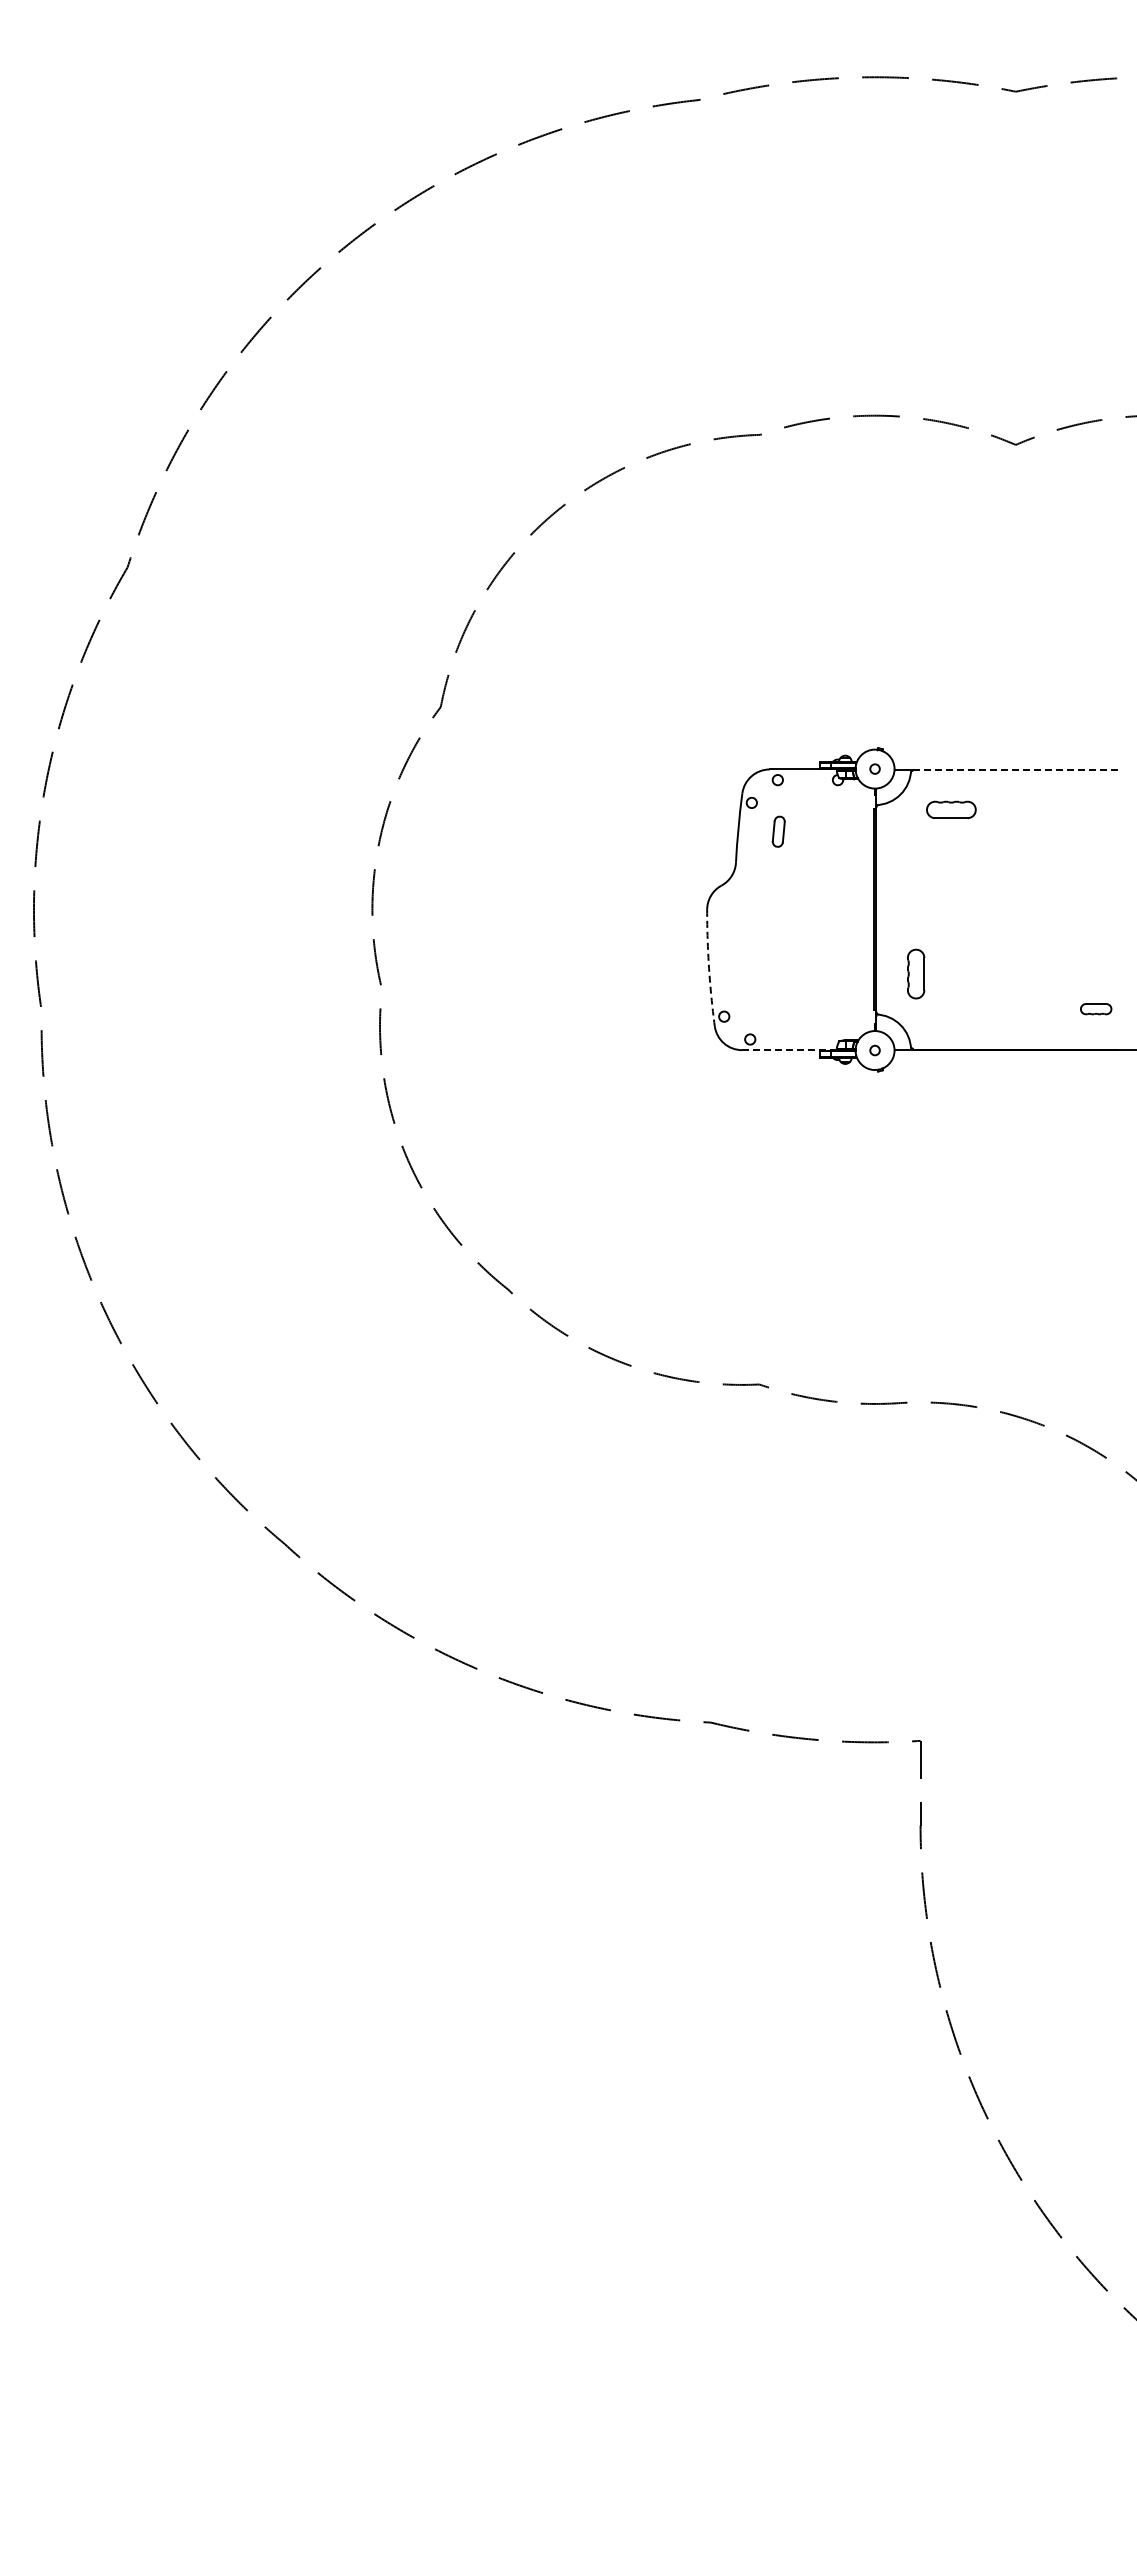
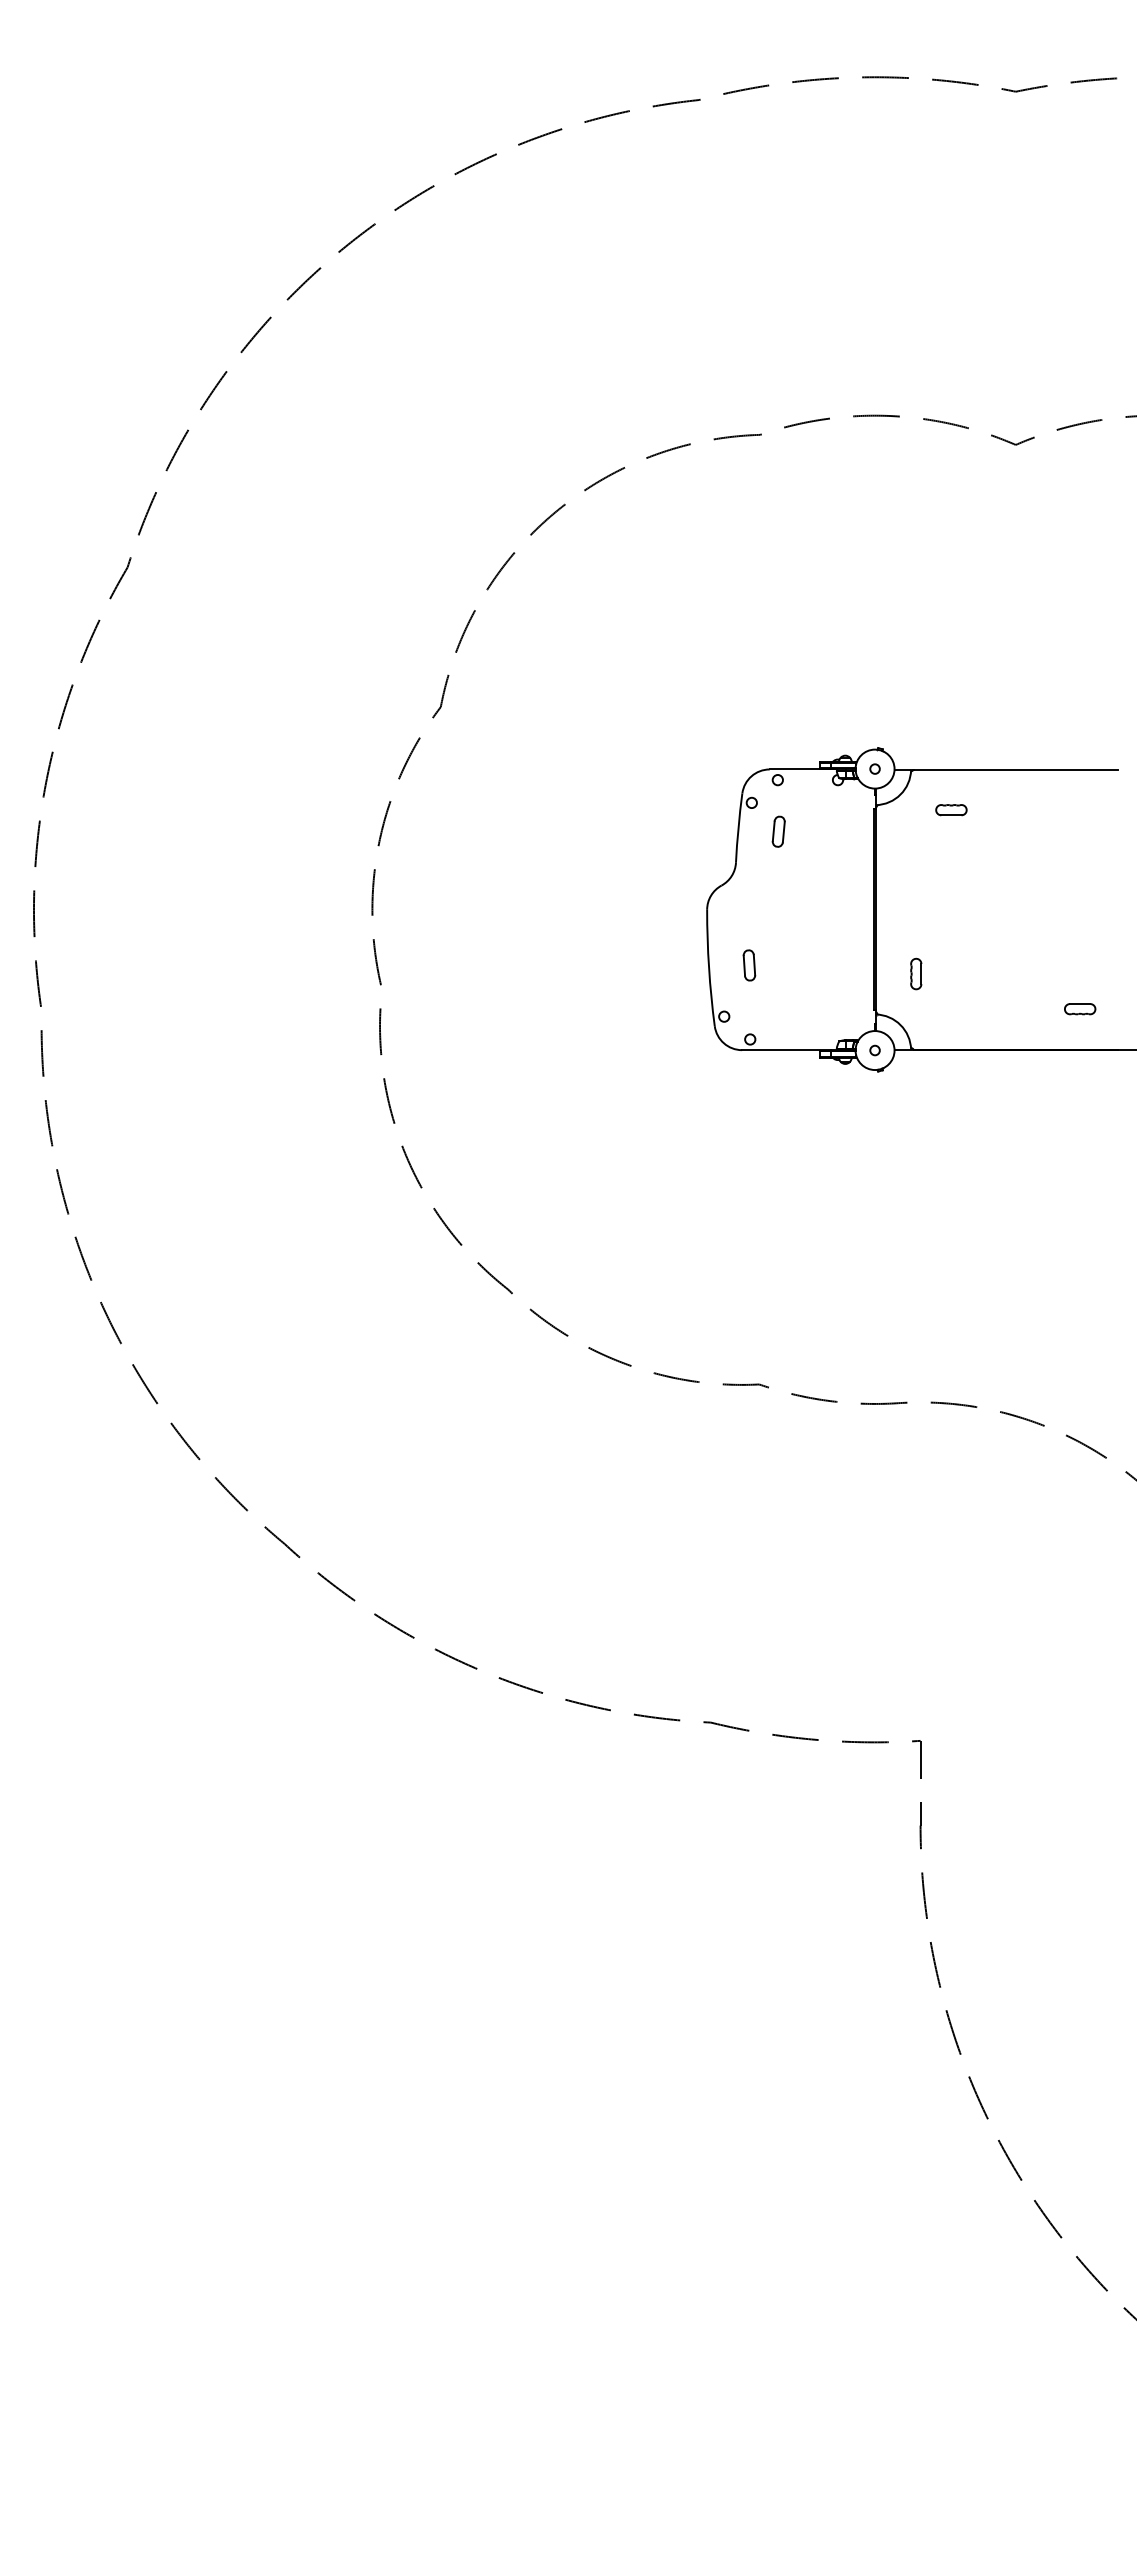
line at (1015, 769): dashed -> solid
part at (951, 809) size: 51x19 px -> 33x13 px
part at (749, 965): none -> present
arc at (709, 968): dashed -> solid
part at (916, 973) size: 19x52 px -> 13x34 px
part at (1096, 1009) position: (1096, 1009) -> (1080, 1009)
line at (788, 1050): dashed -> solid
